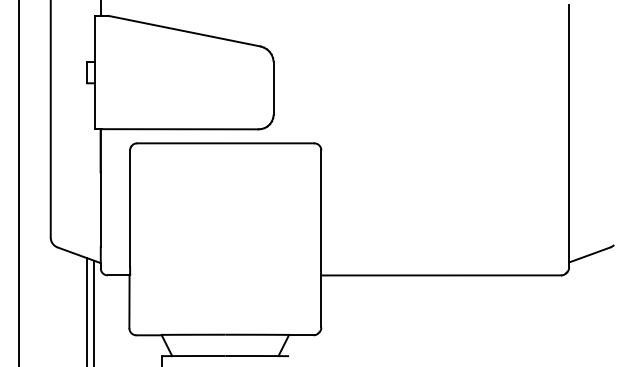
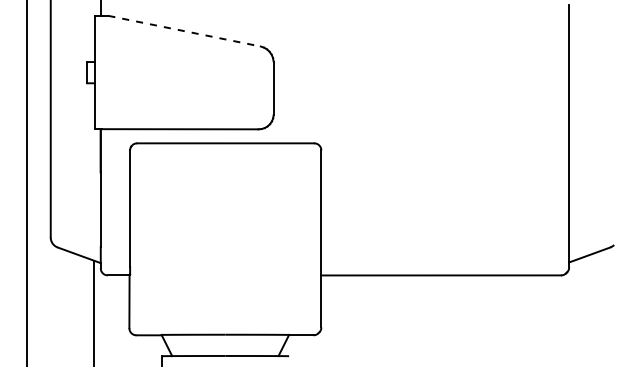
line at (184, 31): solid -> dashed
line at (18, 182) position: (18, 182) -> (26, 182)
line at (86, 310): present -> none
